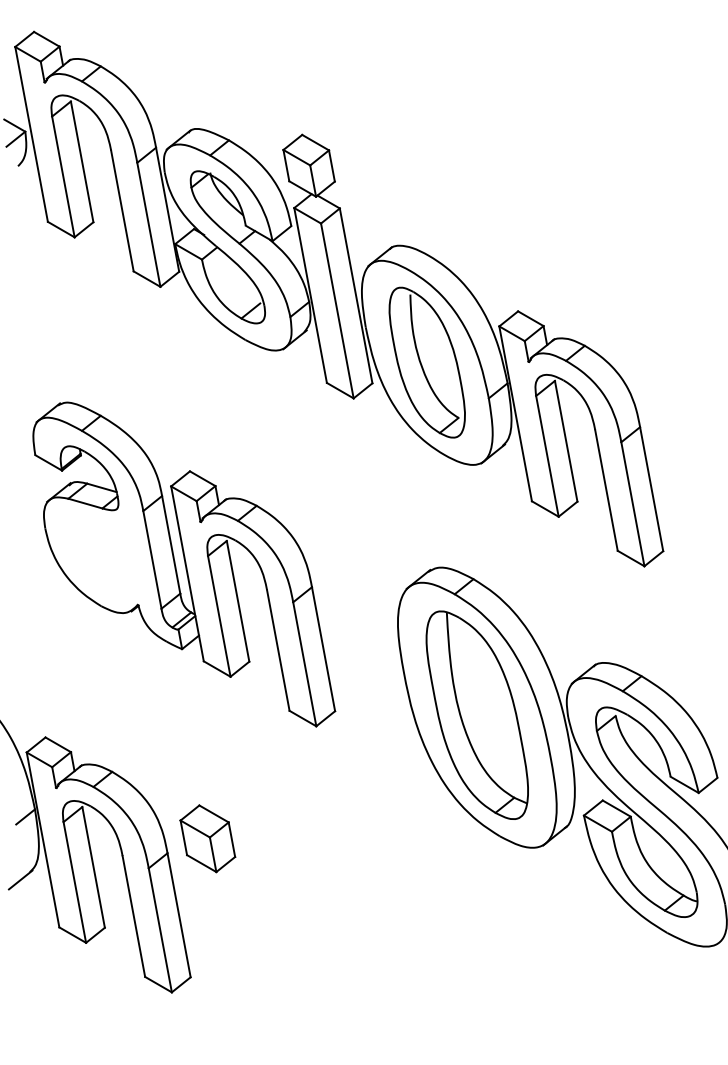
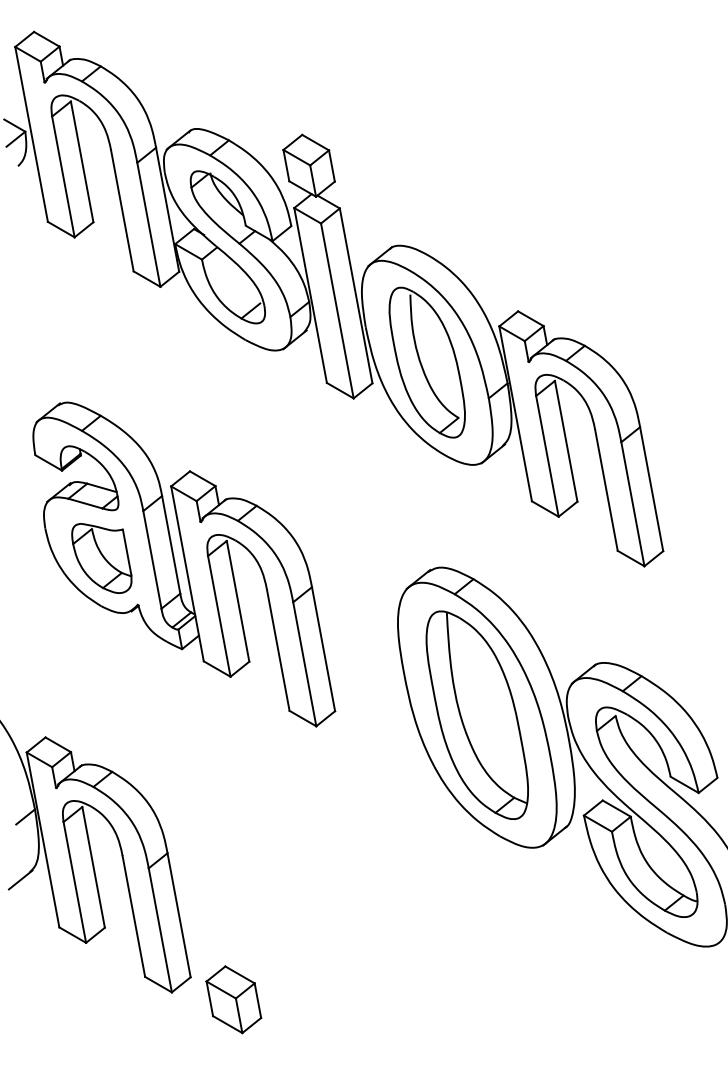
part at (101, 558): none -> present
part at (207, 838) position: (207, 838) -> (233, 999)
